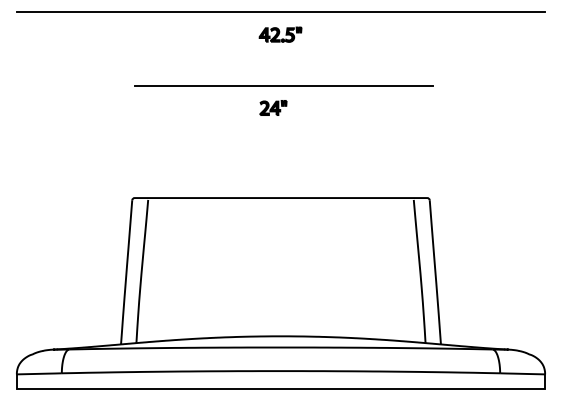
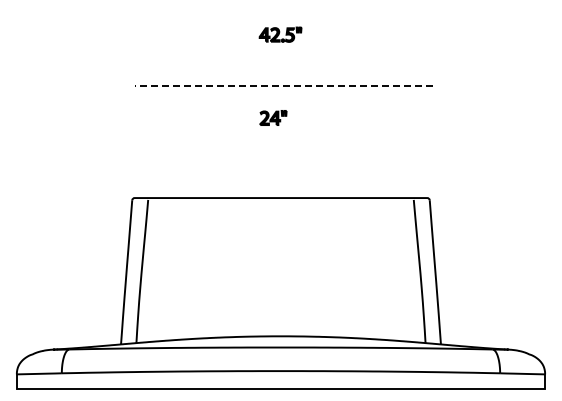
line at (280, 12): present -> none
line at (283, 85): solid -> dashed
part at (273, 107) position: (273, 107) -> (273, 117)
